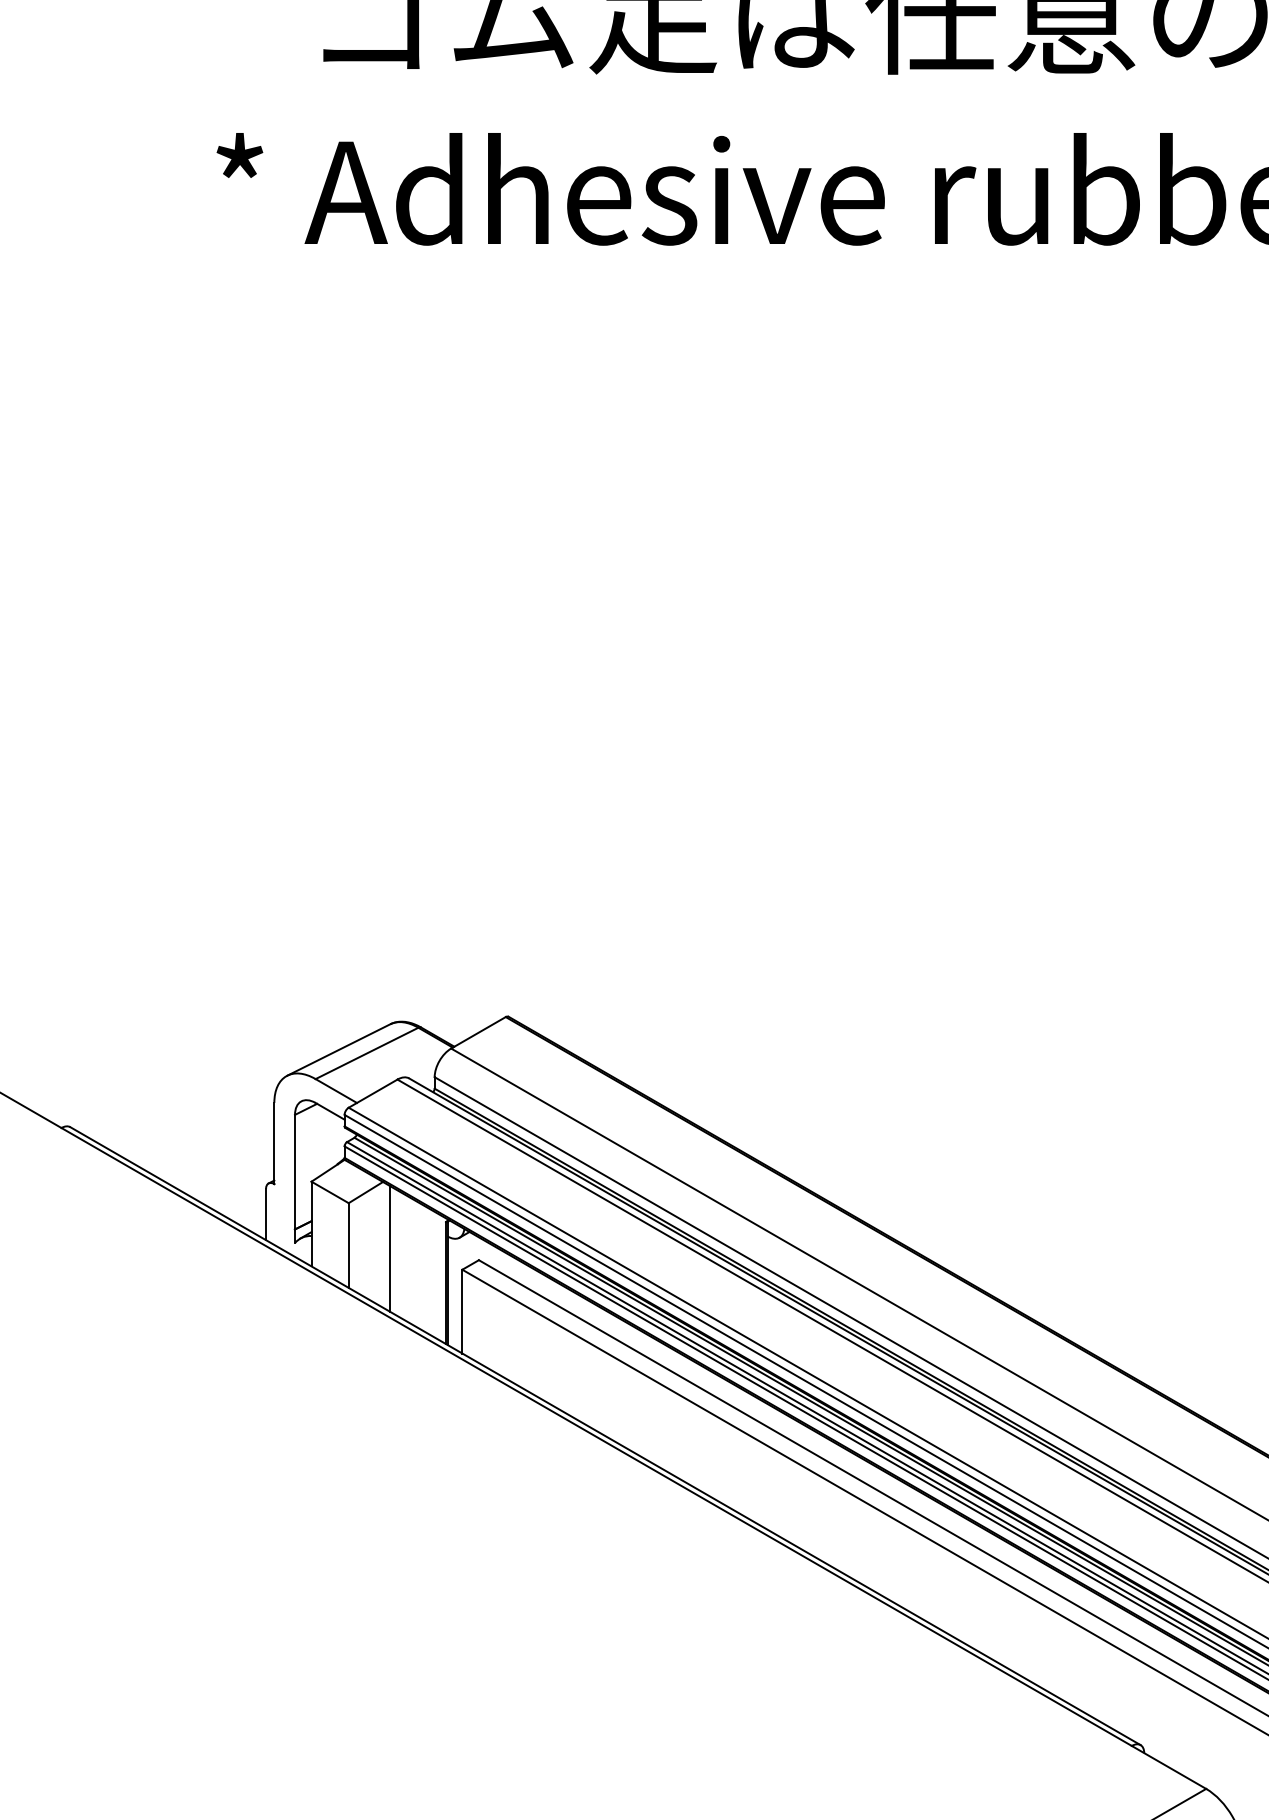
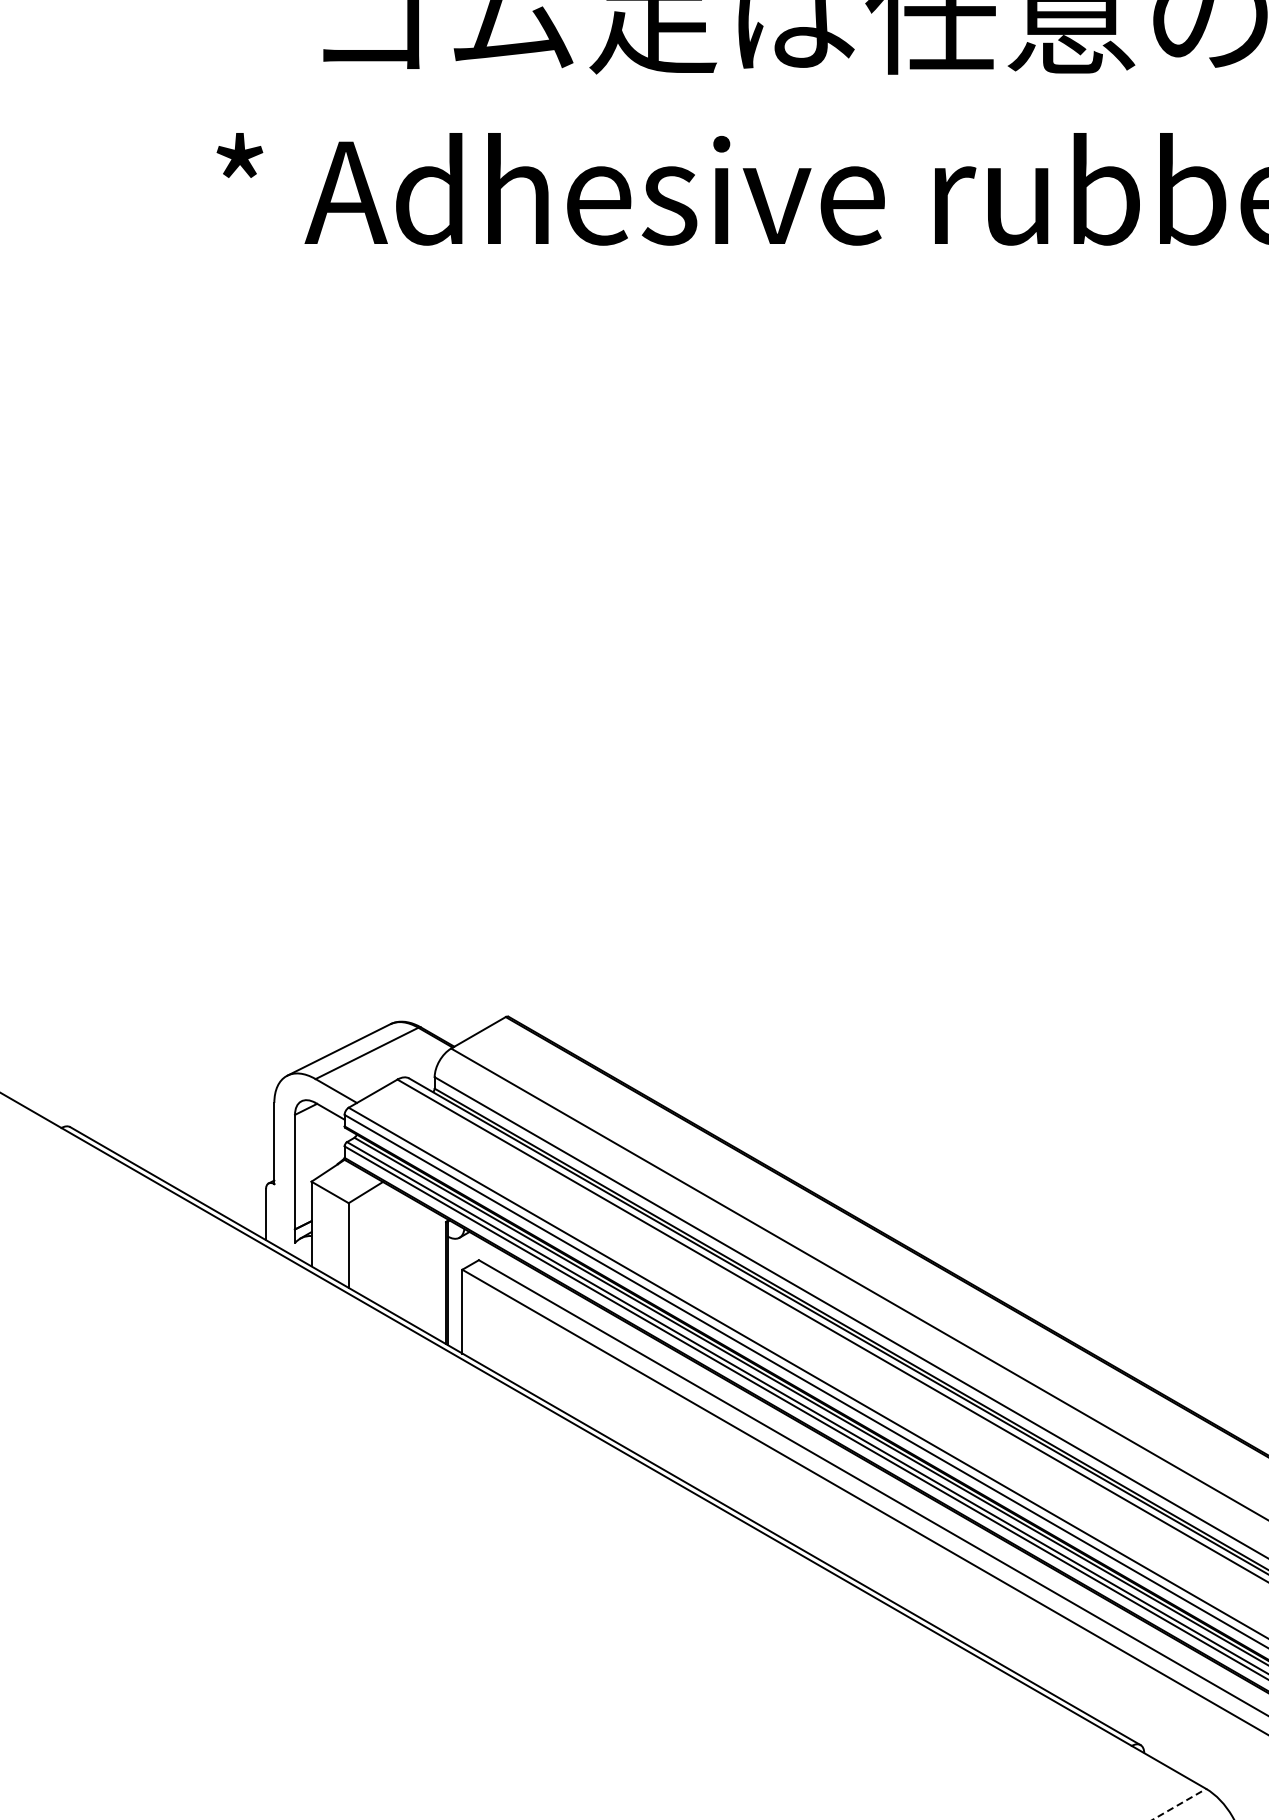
line at (390, 1248): present -> none
line at (1179, 1804): solid -> dashed
